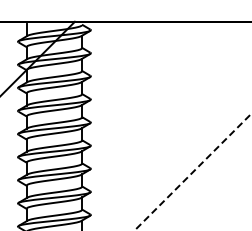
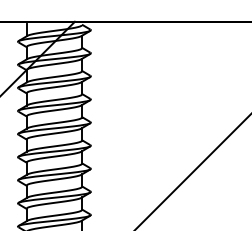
line at (192, 172): dashed -> solid
